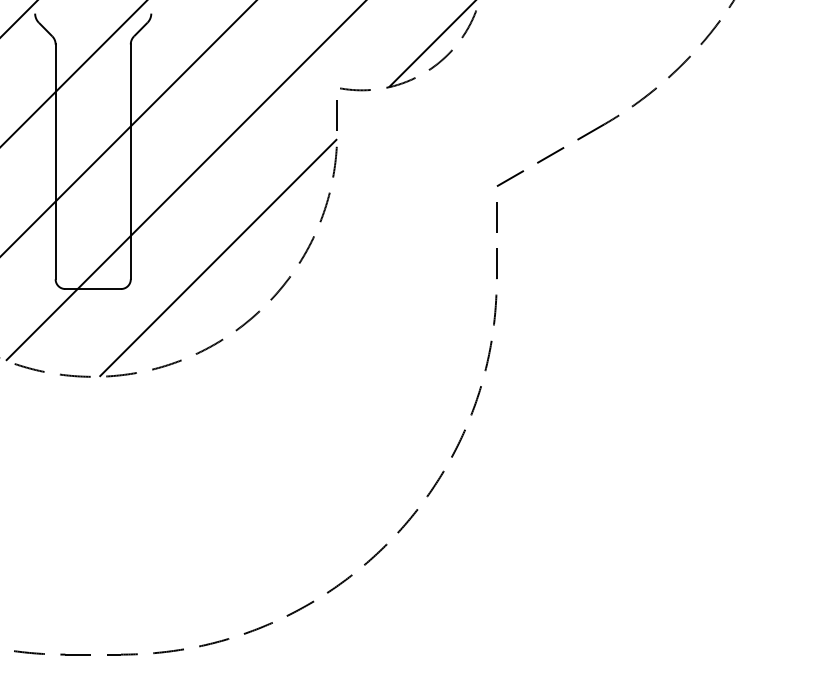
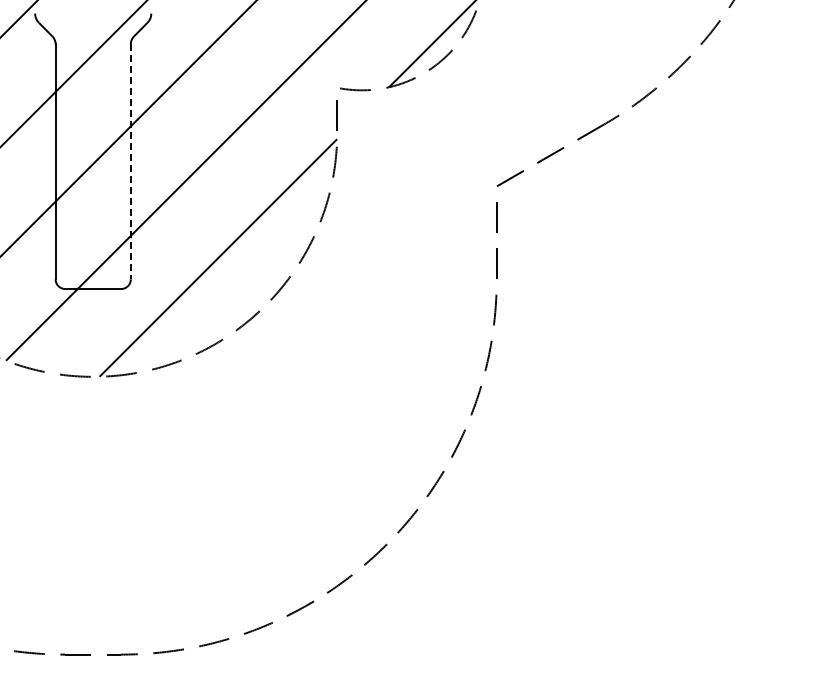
line at (130, 162): solid -> dashed
